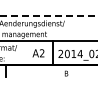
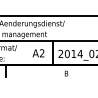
line at (49, 16): dashed -> solid
